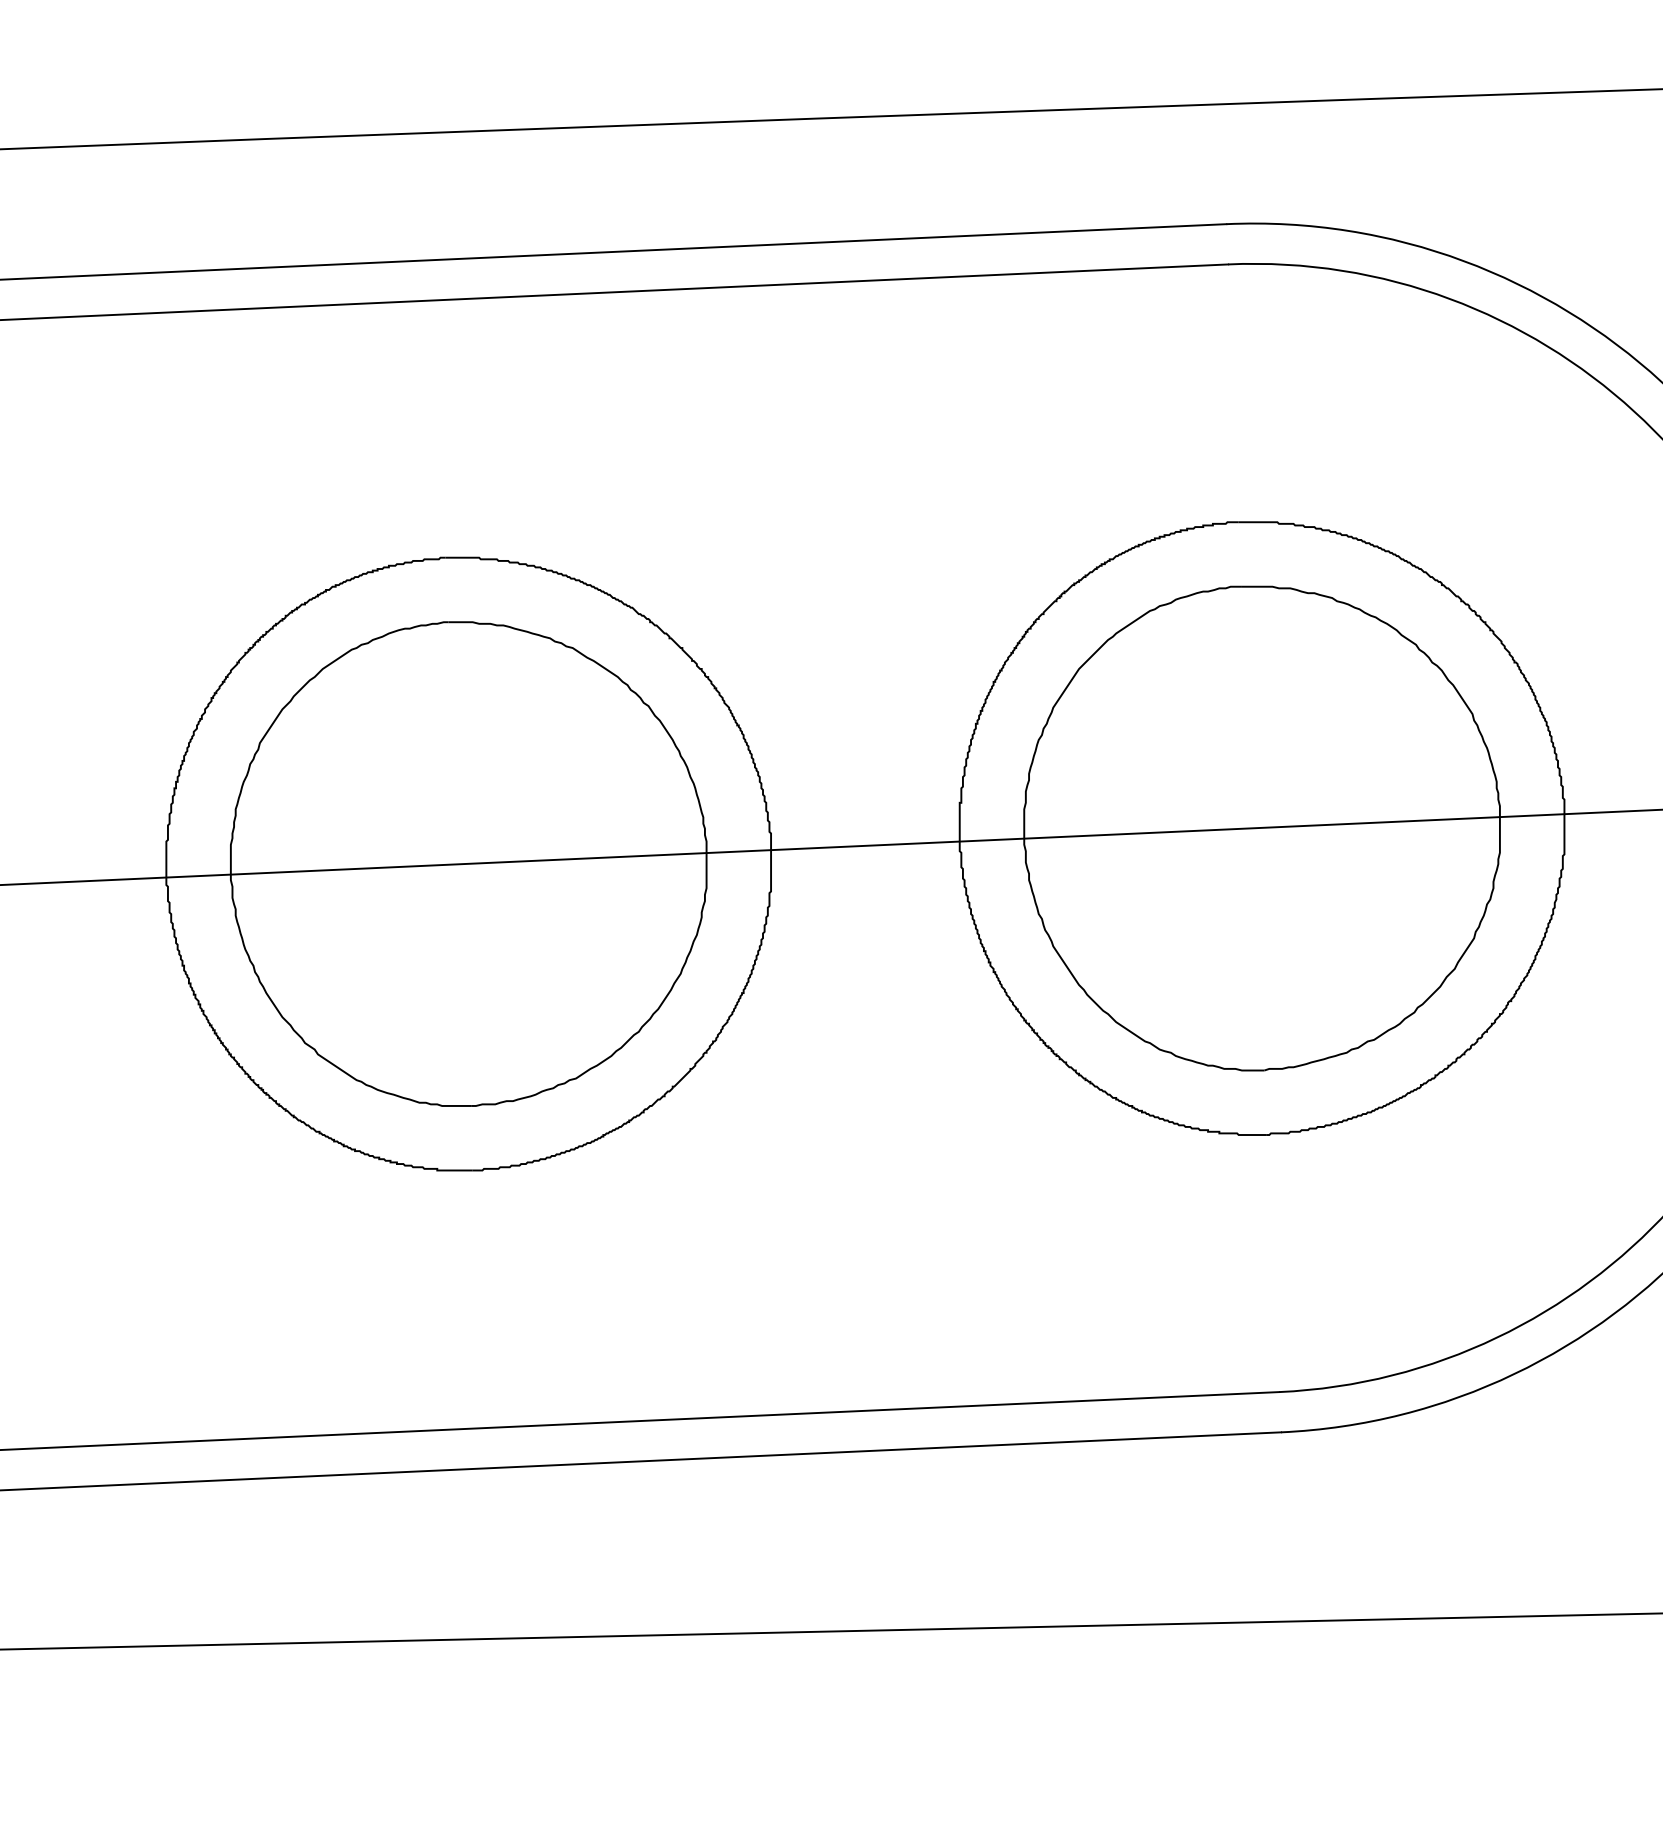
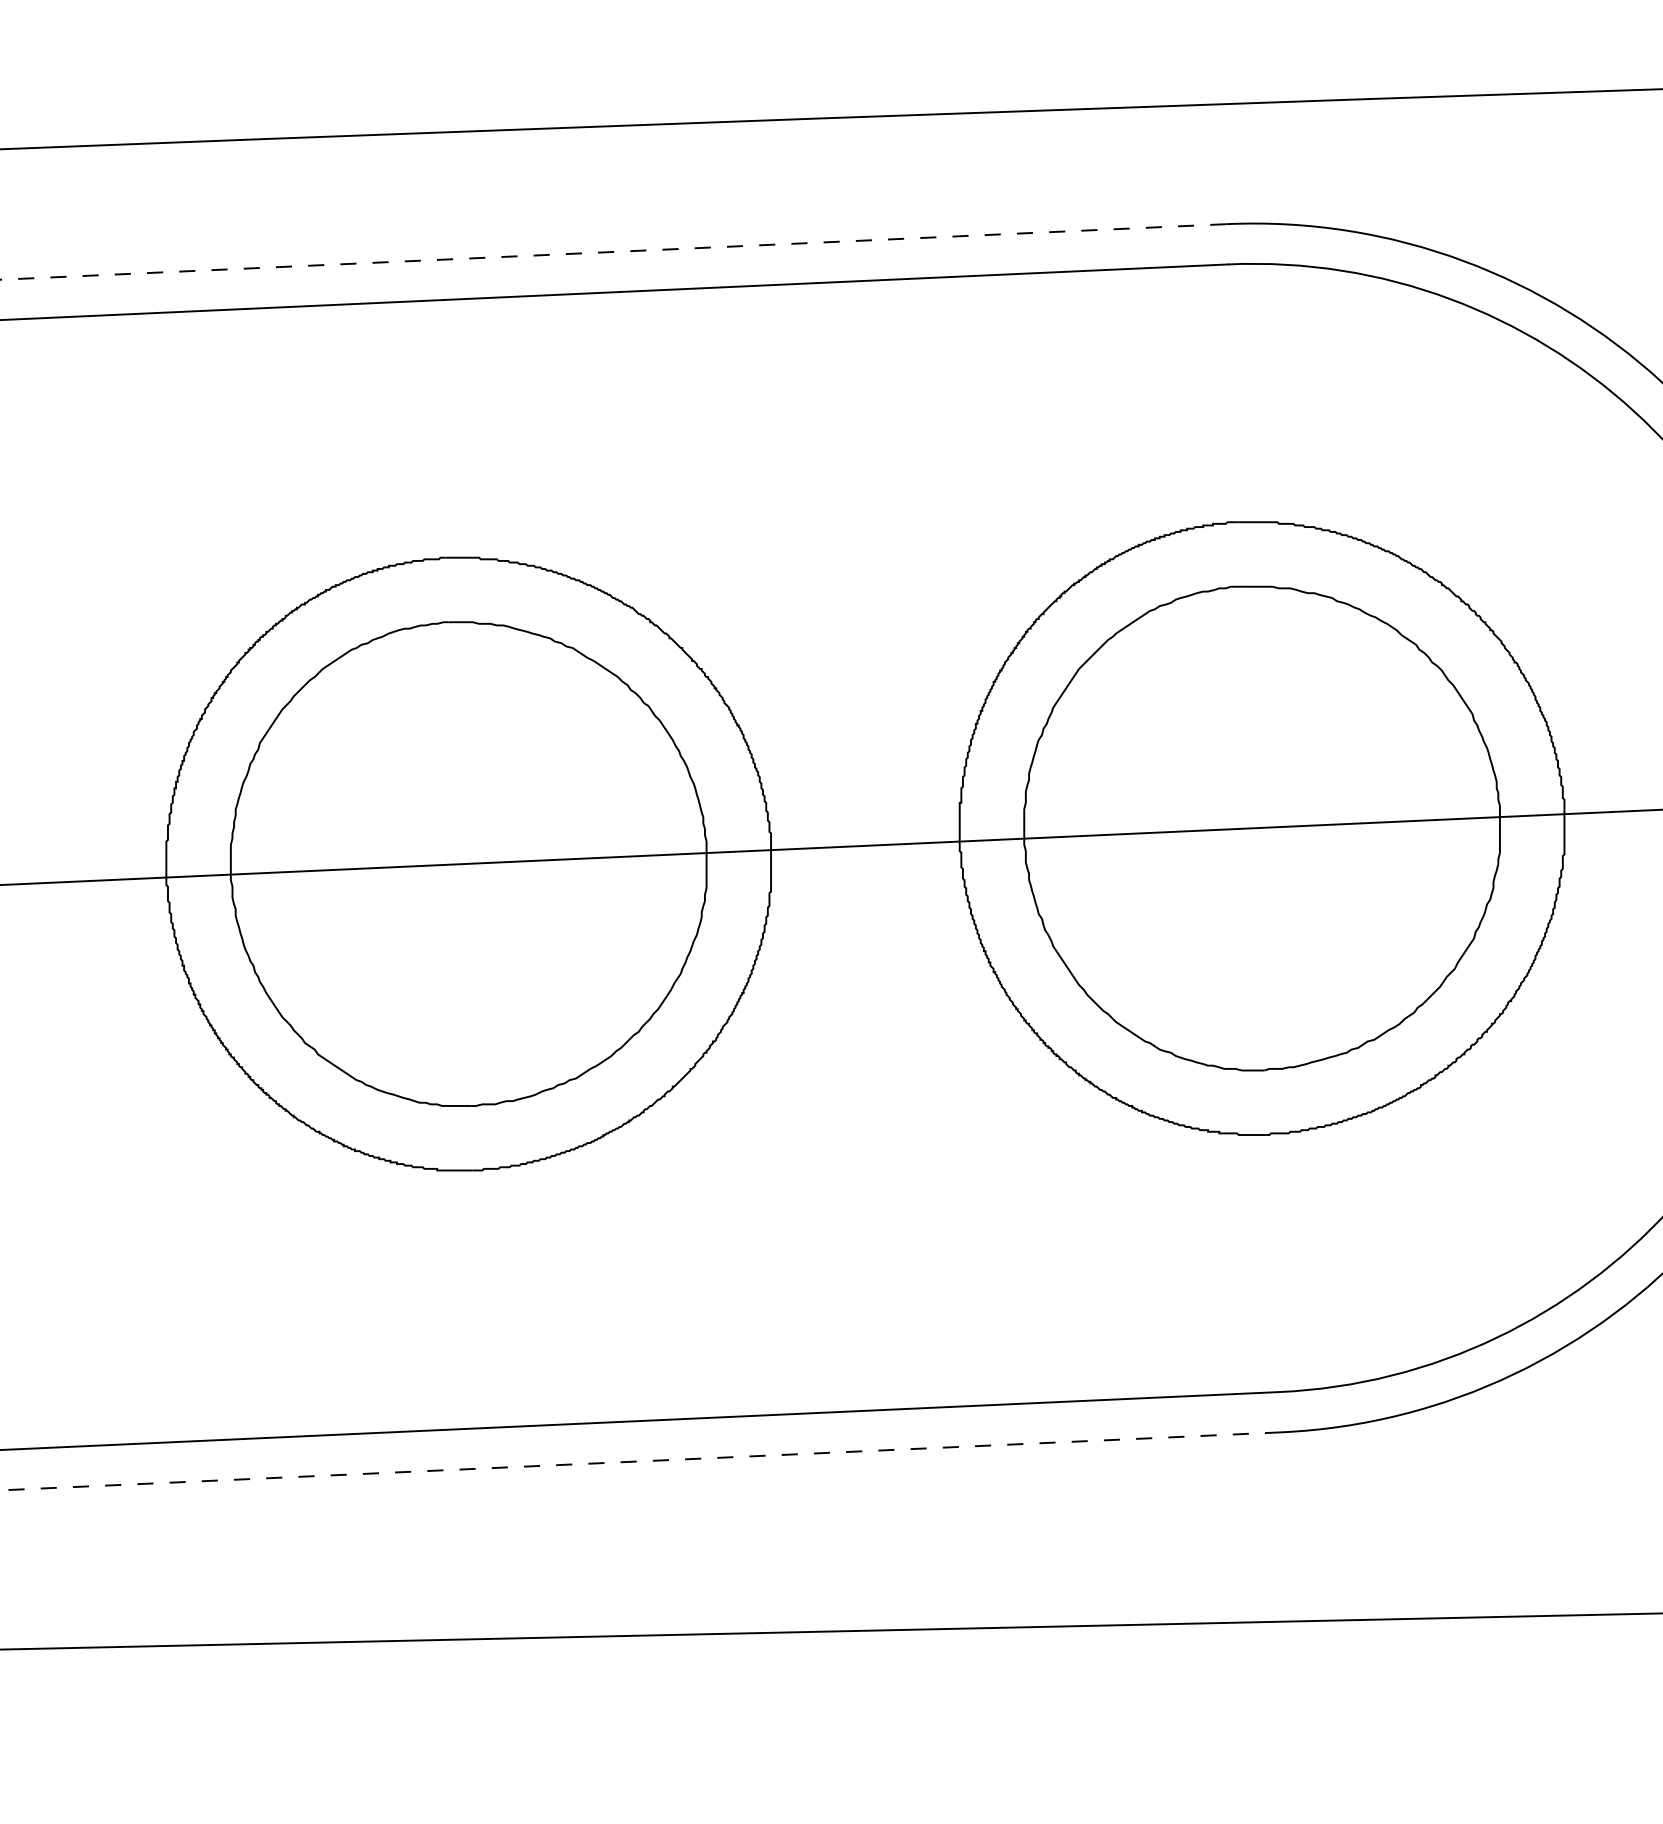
line at (612, 252): solid -> dashed
line at (640, 1461): solid -> dashed
